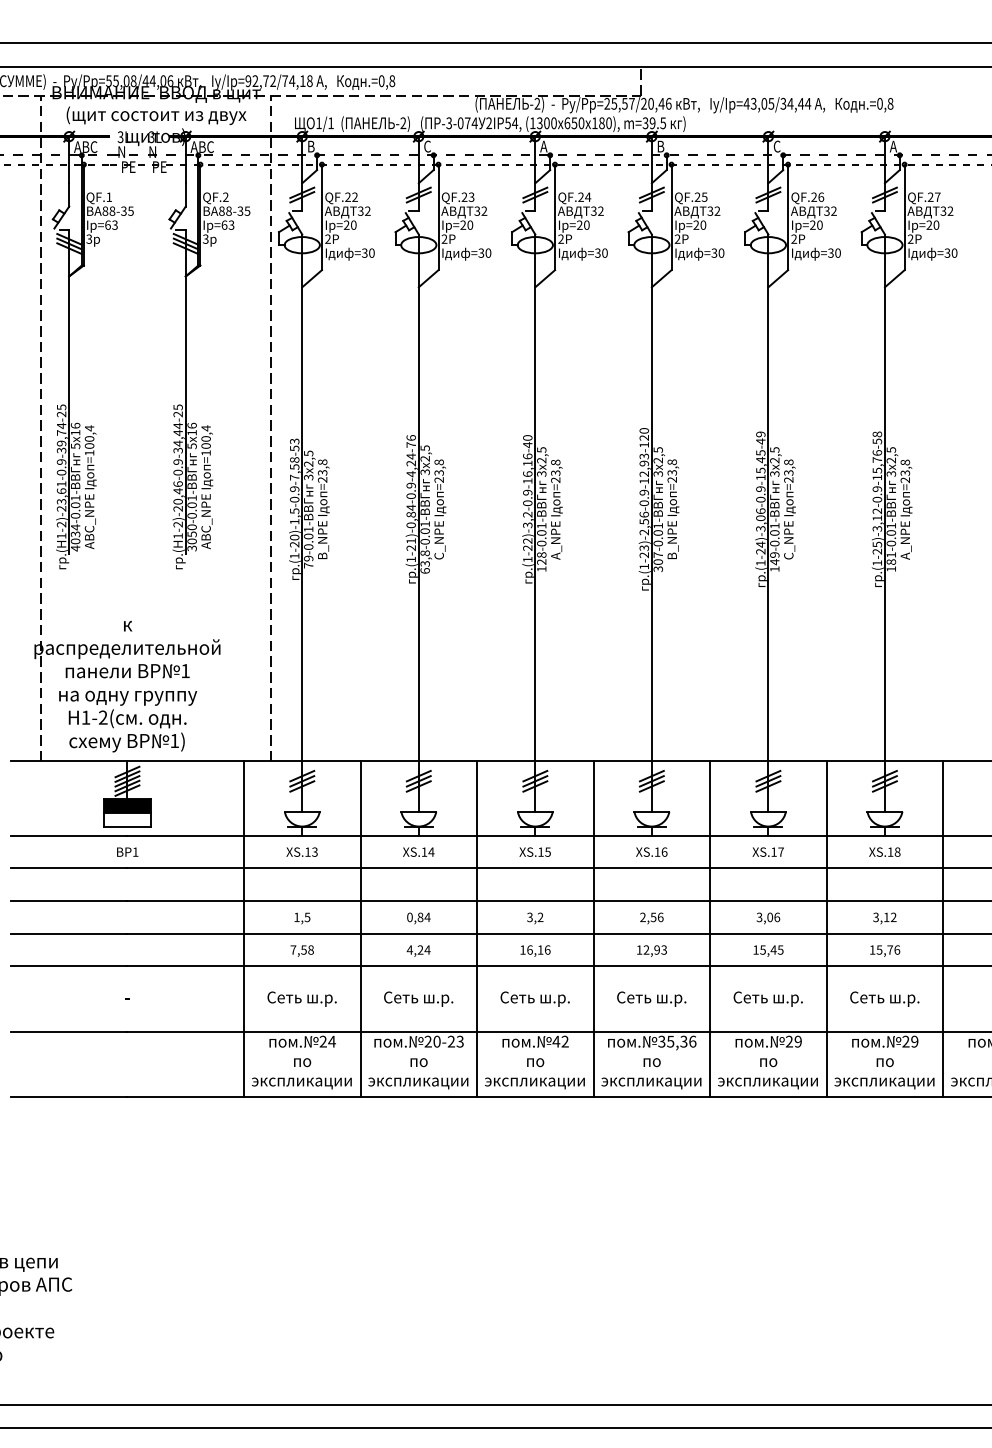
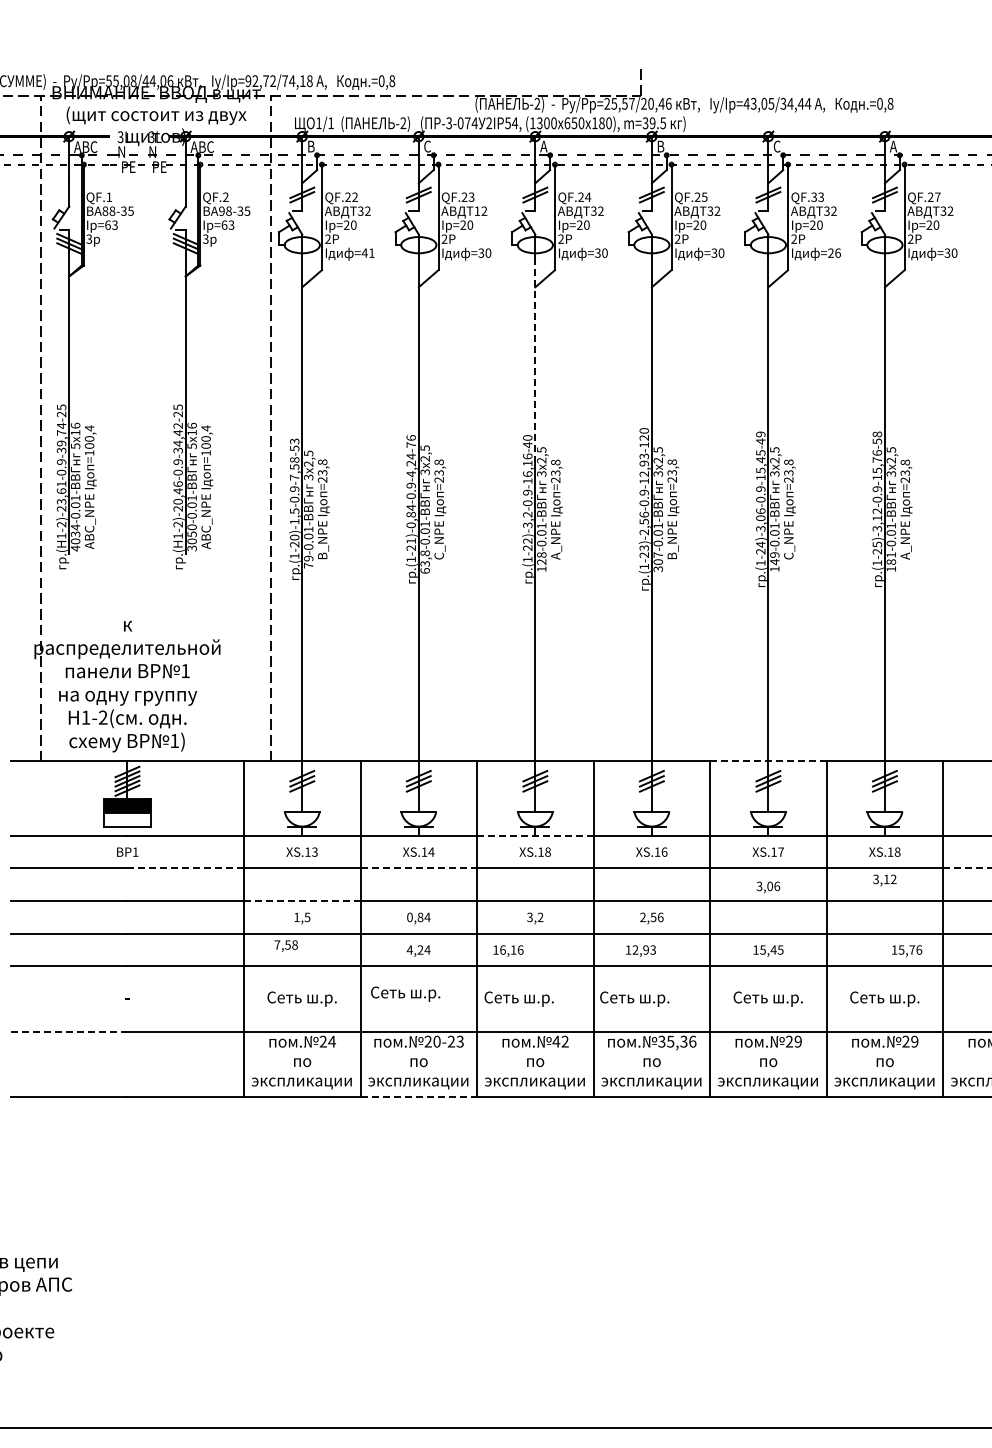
line at (495, 43): present -> none
line at (495, 66): present -> none
text at (817, 196): QF.26 -> QF.33
text at (221, 210): 88-35 -> 98-35
text at (477, 210): 32 -> 12
text at (367, 252): =30 -> =41
text at (834, 252): =30 -> =26
line at (535, 360): solid -> dashed
text at (177, 425): 1-2)-20,46-0.9-34,44-25 -> 1-2)-20,46-0.9-34,42-25
line at (768, 761): solid -> dashed
line at (535, 835): solid -> dashed
text at (547, 851): XS.15 -> XS.18
line at (186, 868): solid -> dashed
line at (419, 868): solid -> dashed
line at (967, 868): solid -> dashed
line at (302, 901): solid -> dashed
text at (768, 918) position: (768, 918) -> (768, 887)
text at (884, 918) position: (884, 918) -> (884, 880)
text at (301, 950) position: (301, 950) -> (285, 945)
text at (535, 950) position: (535, 950) -> (508, 950)
text at (651, 950) position: (651, 950) -> (640, 950)
text at (885, 950) position: (885, 950) -> (907, 950)
text at (418, 998) position: (418, 998) -> (405, 993)
text at (534, 998) position: (534, 998) -> (518, 998)
text at (651, 998) position: (651, 998) -> (634, 998)
line at (69, 1031): solid -> dashed
line at (419, 1096): solid -> dashed
line at (495, 1404): present -> none
